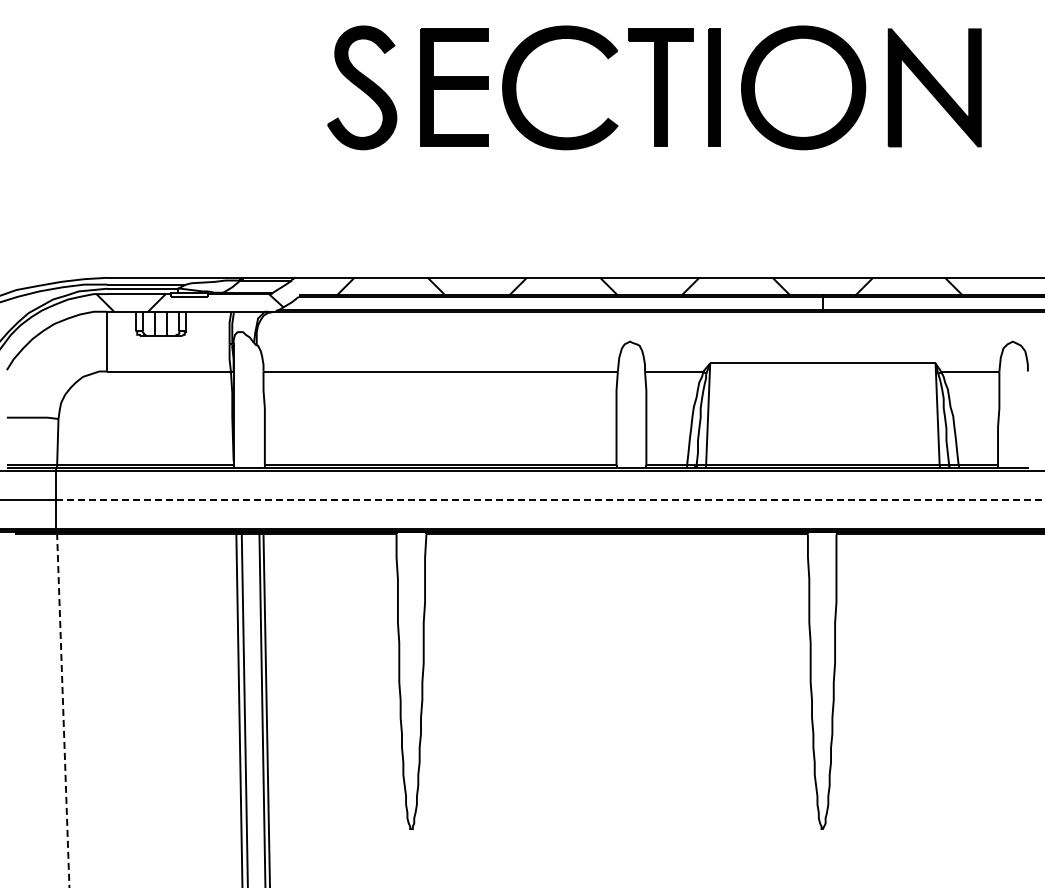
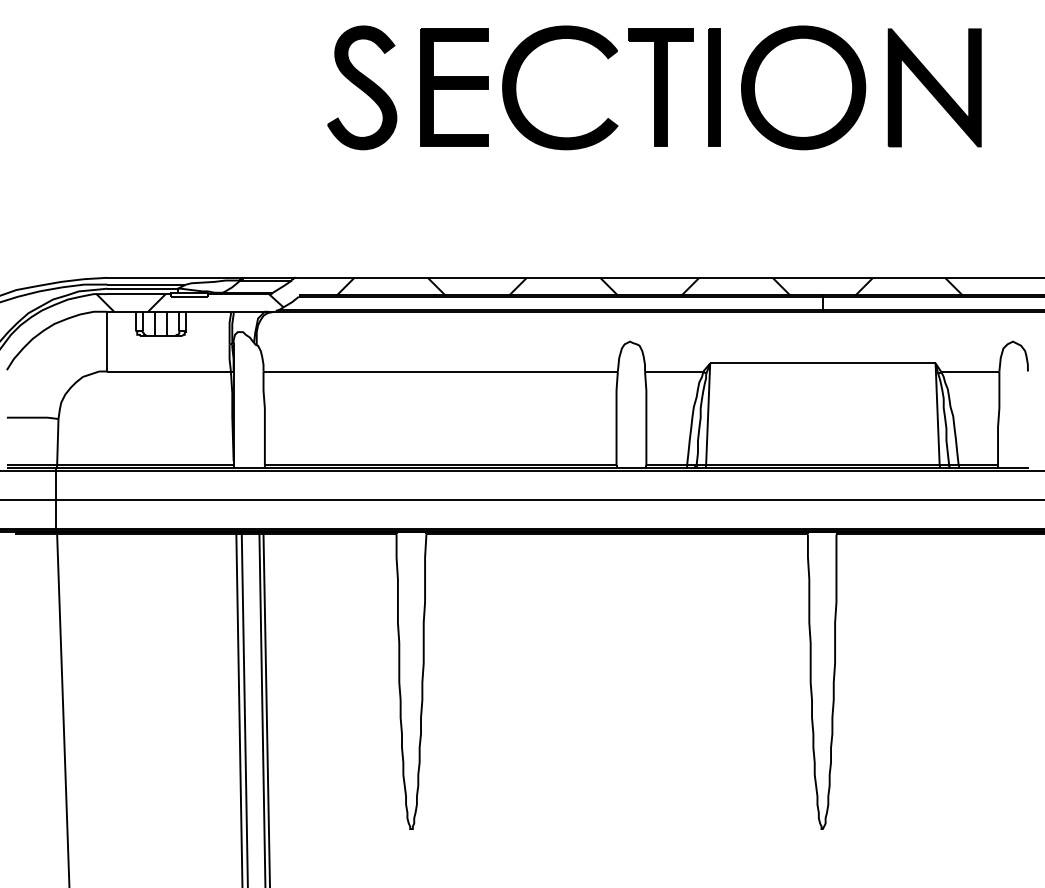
line at (550, 500): dashed -> solid
line at (63, 710): dashed -> solid
